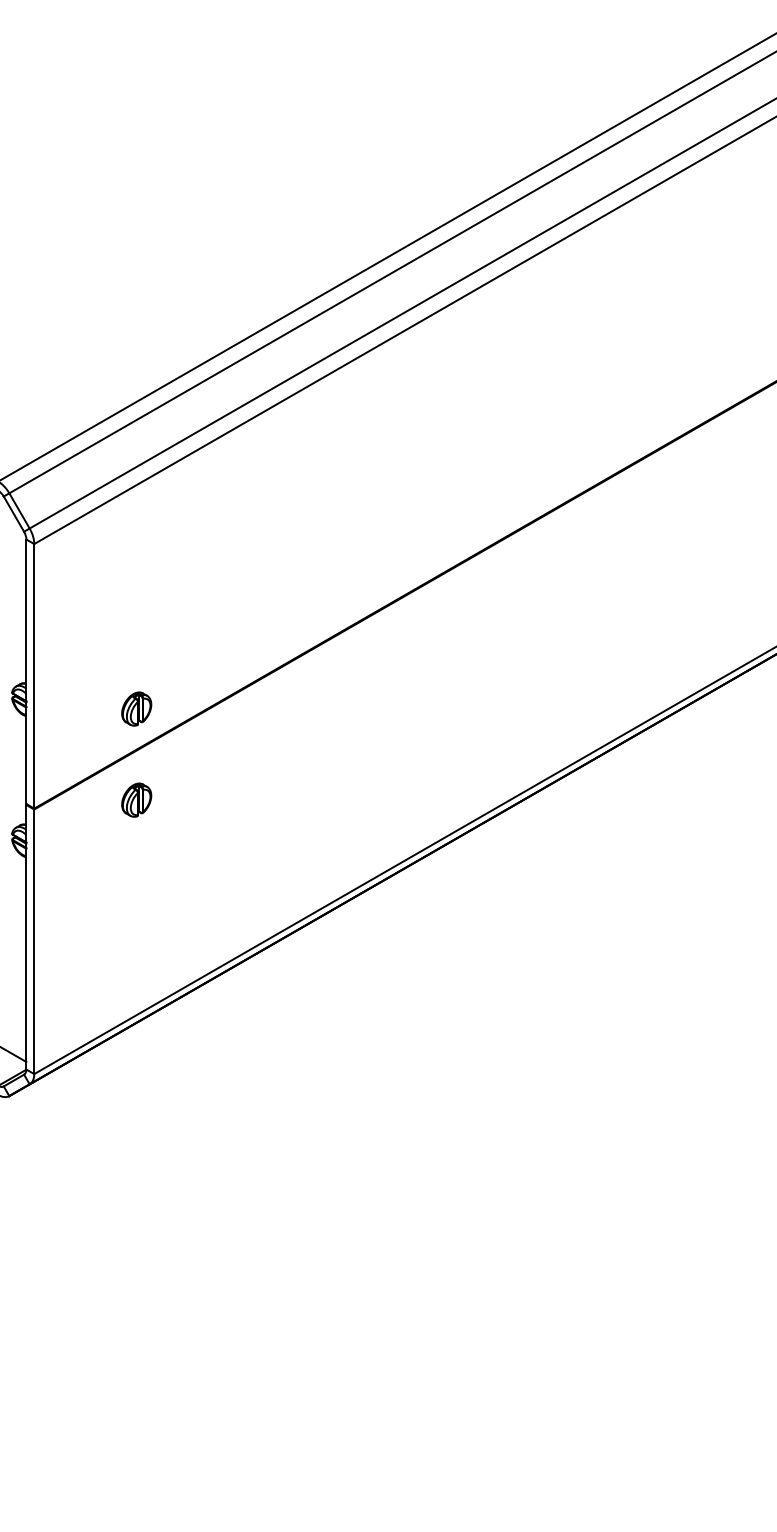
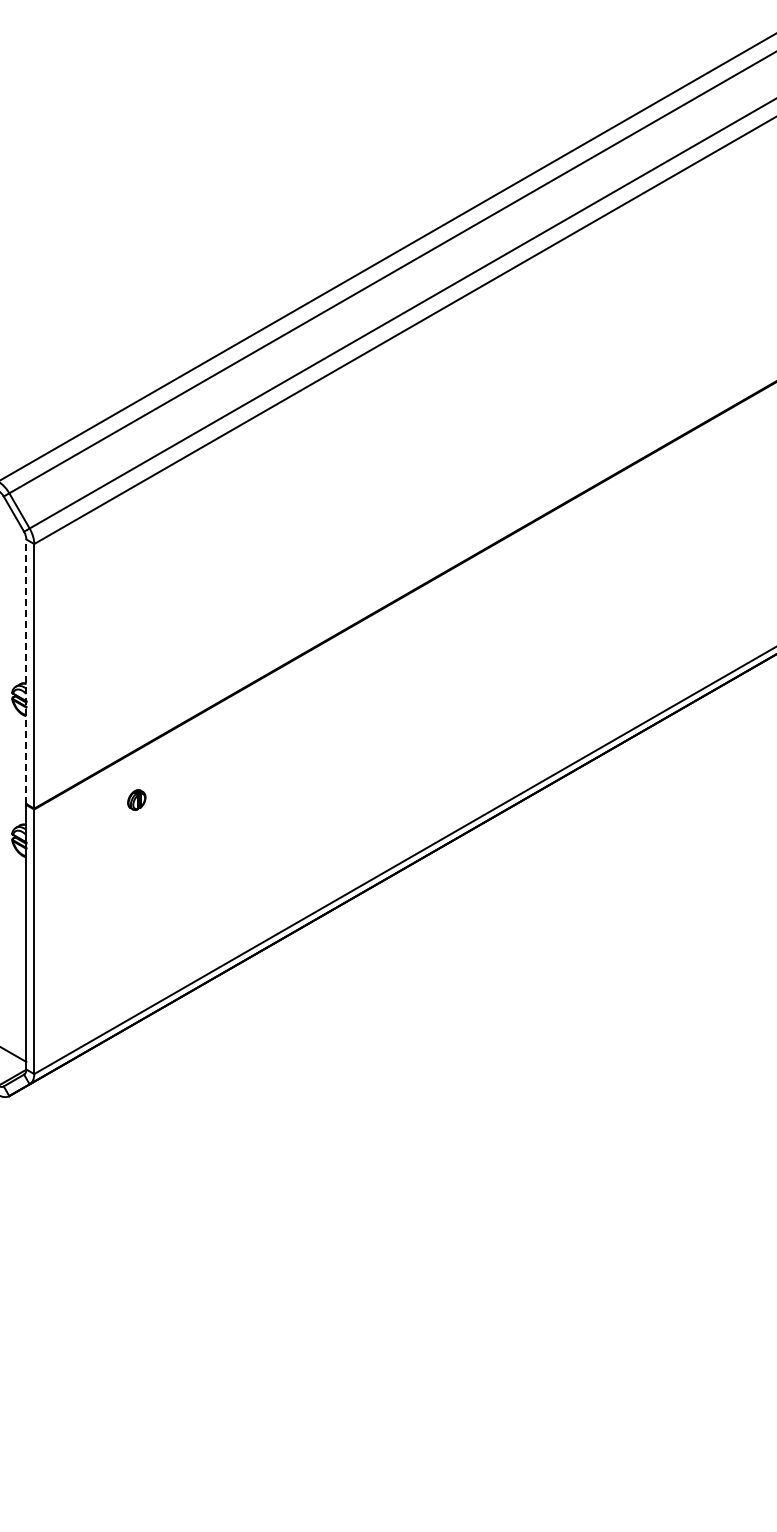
line at (26, 671): solid -> dashed
part at (136, 708): present -> none
part at (136, 799) size: 32x36 px -> 20x22 px
